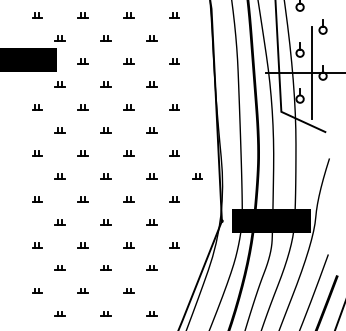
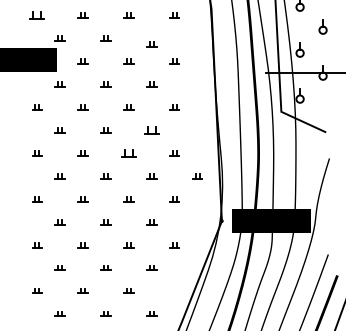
part at (37, 15) size: 11x7 px -> 16x9 px
part at (151, 38) position: (151, 38) -> (151, 44)
line at (312, 73): present -> none
part at (151, 130) size: 12x7 px -> 16x9 px
part at (128, 153) size: 12x7 px -> 16x9 px
